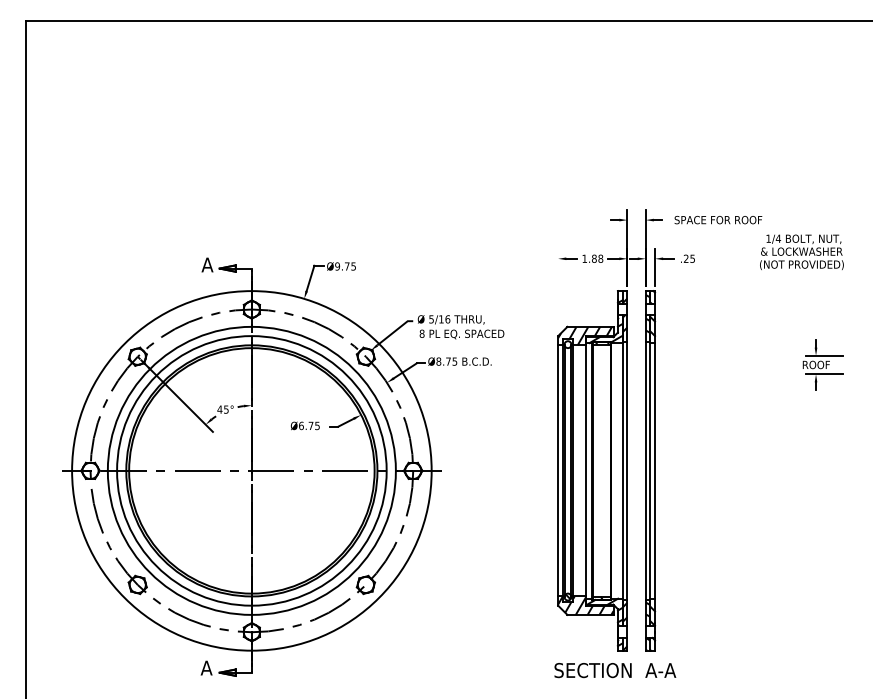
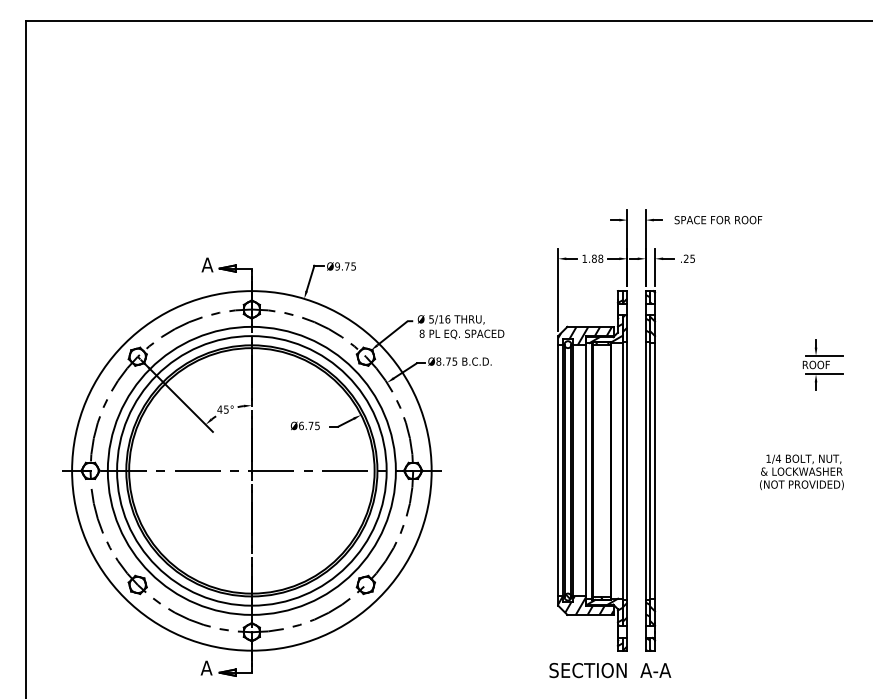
text at (801, 251) position: (801, 251) -> (801, 471)
line at (558, 289): none -> present
text at (615, 670) position: (615, 670) -> (610, 670)
